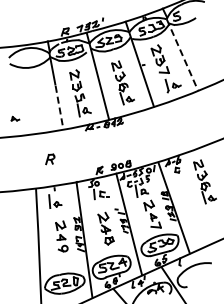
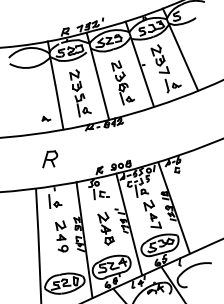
line at (182, 54): dashed -> solid
line at (59, 108): dashed -> solid
part at (15, 118) position: (15, 118) -> (46, 118)
part at (50, 159) size: 11x13 px -> 17x19 px
part at (204, 181): present -> none
